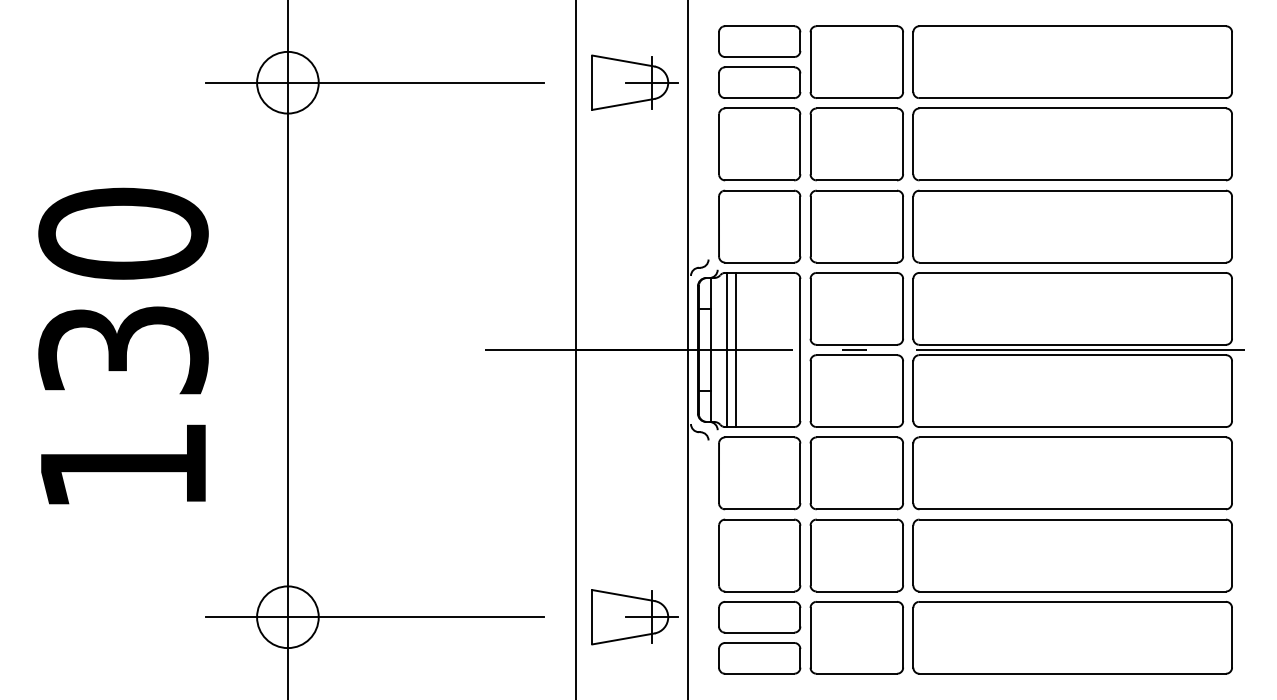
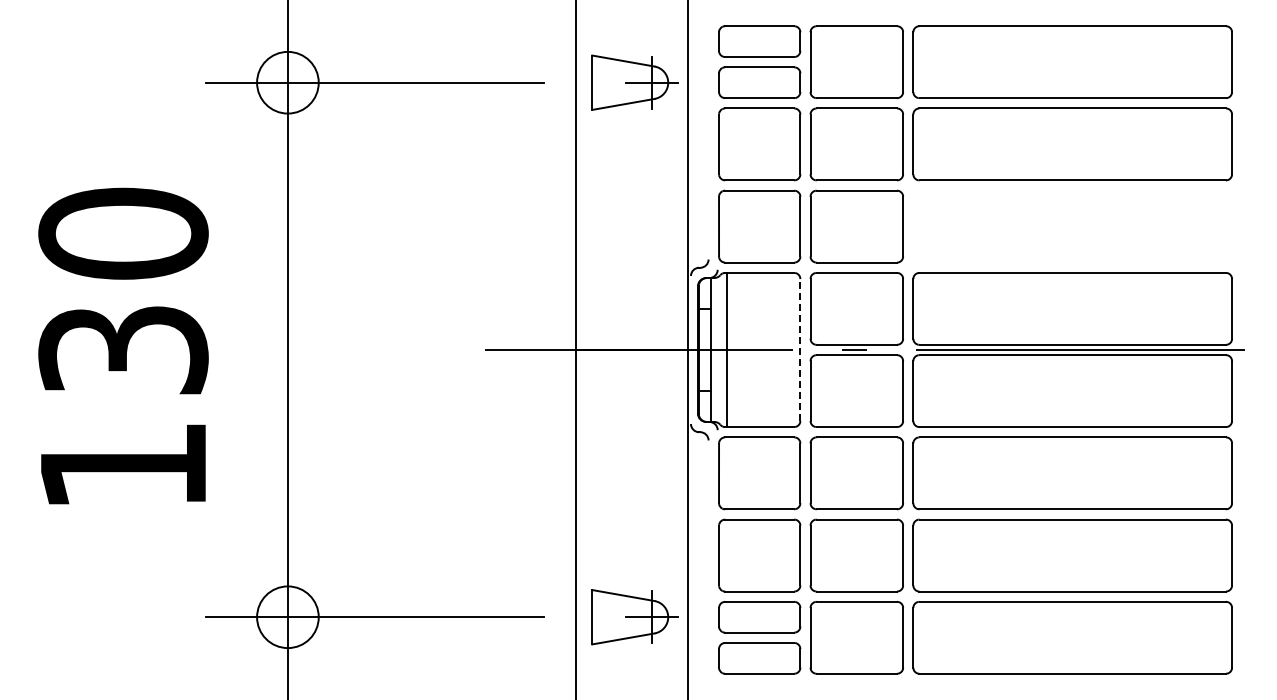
part at (1072, 226): present -> none
line at (735, 349): present -> none
line at (800, 350): solid -> dashed
